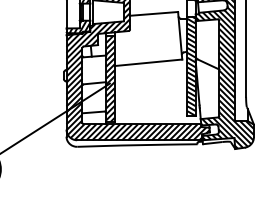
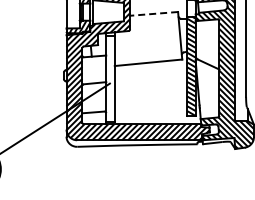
line at (153, 13): solid -> dashed
hatch at (110, 78): present -> none
